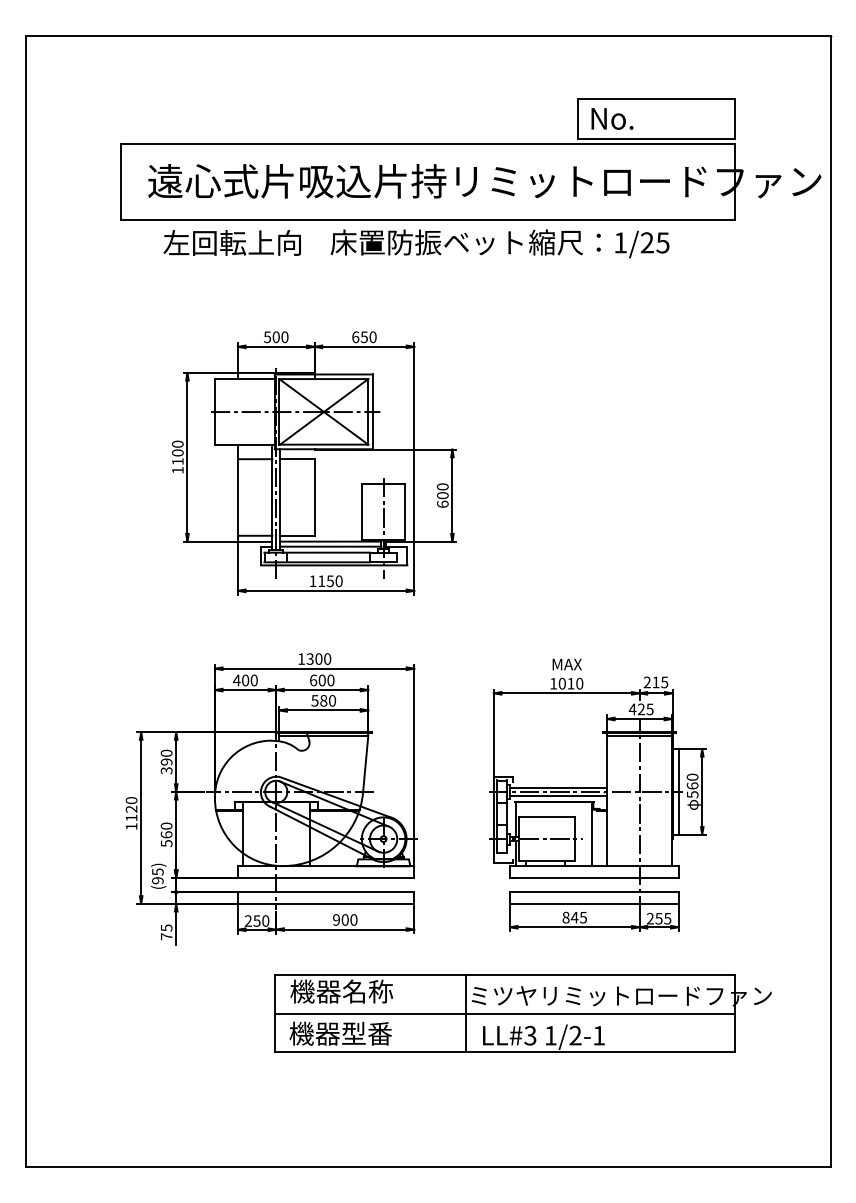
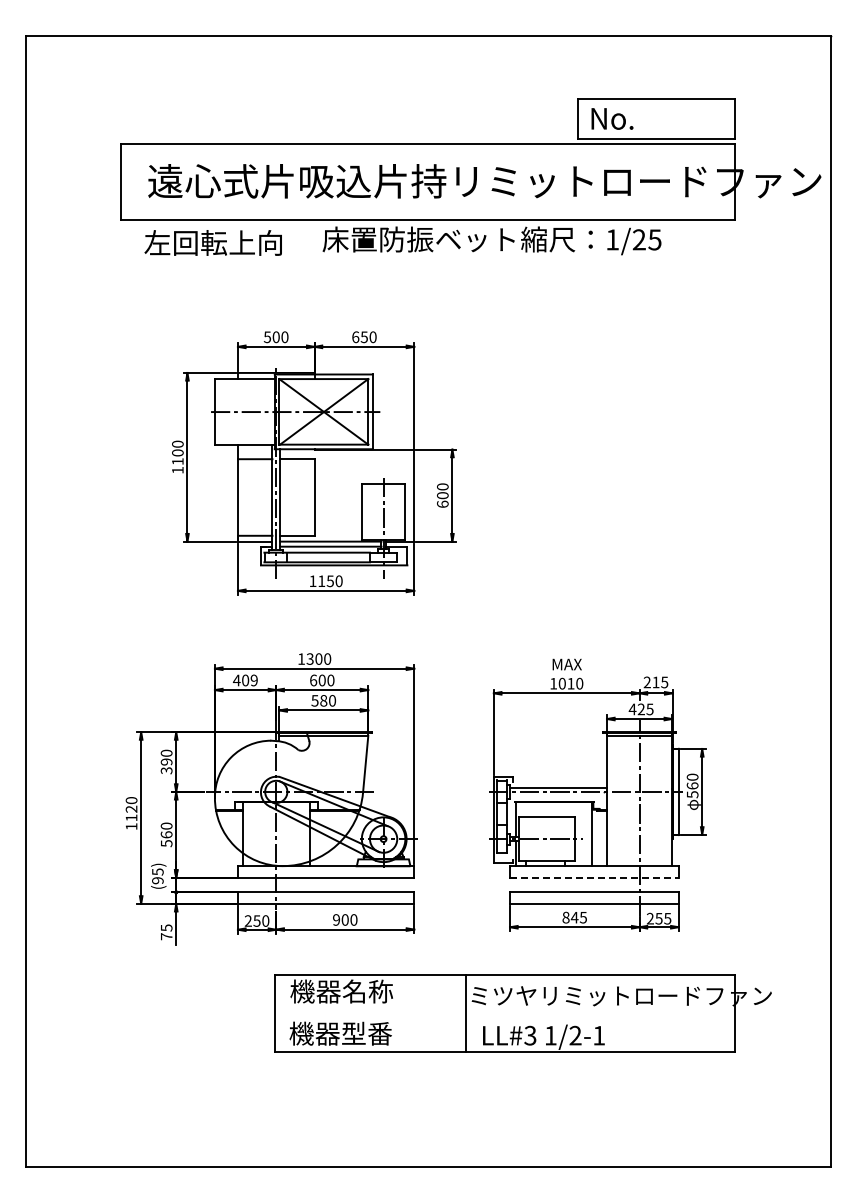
text at (231, 242) position: (231, 242) -> (212, 242)
text at (499, 243) position: (499, 243) -> (491, 240)
text at (253, 680): 400 -> 409
line at (557, 795): present -> none
line at (594, 877): solid -> dashed
line at (504, 1013): present -> none
